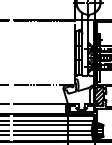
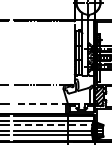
line at (41, 104): solid -> dashed
line at (53, 125): solid -> dashed
